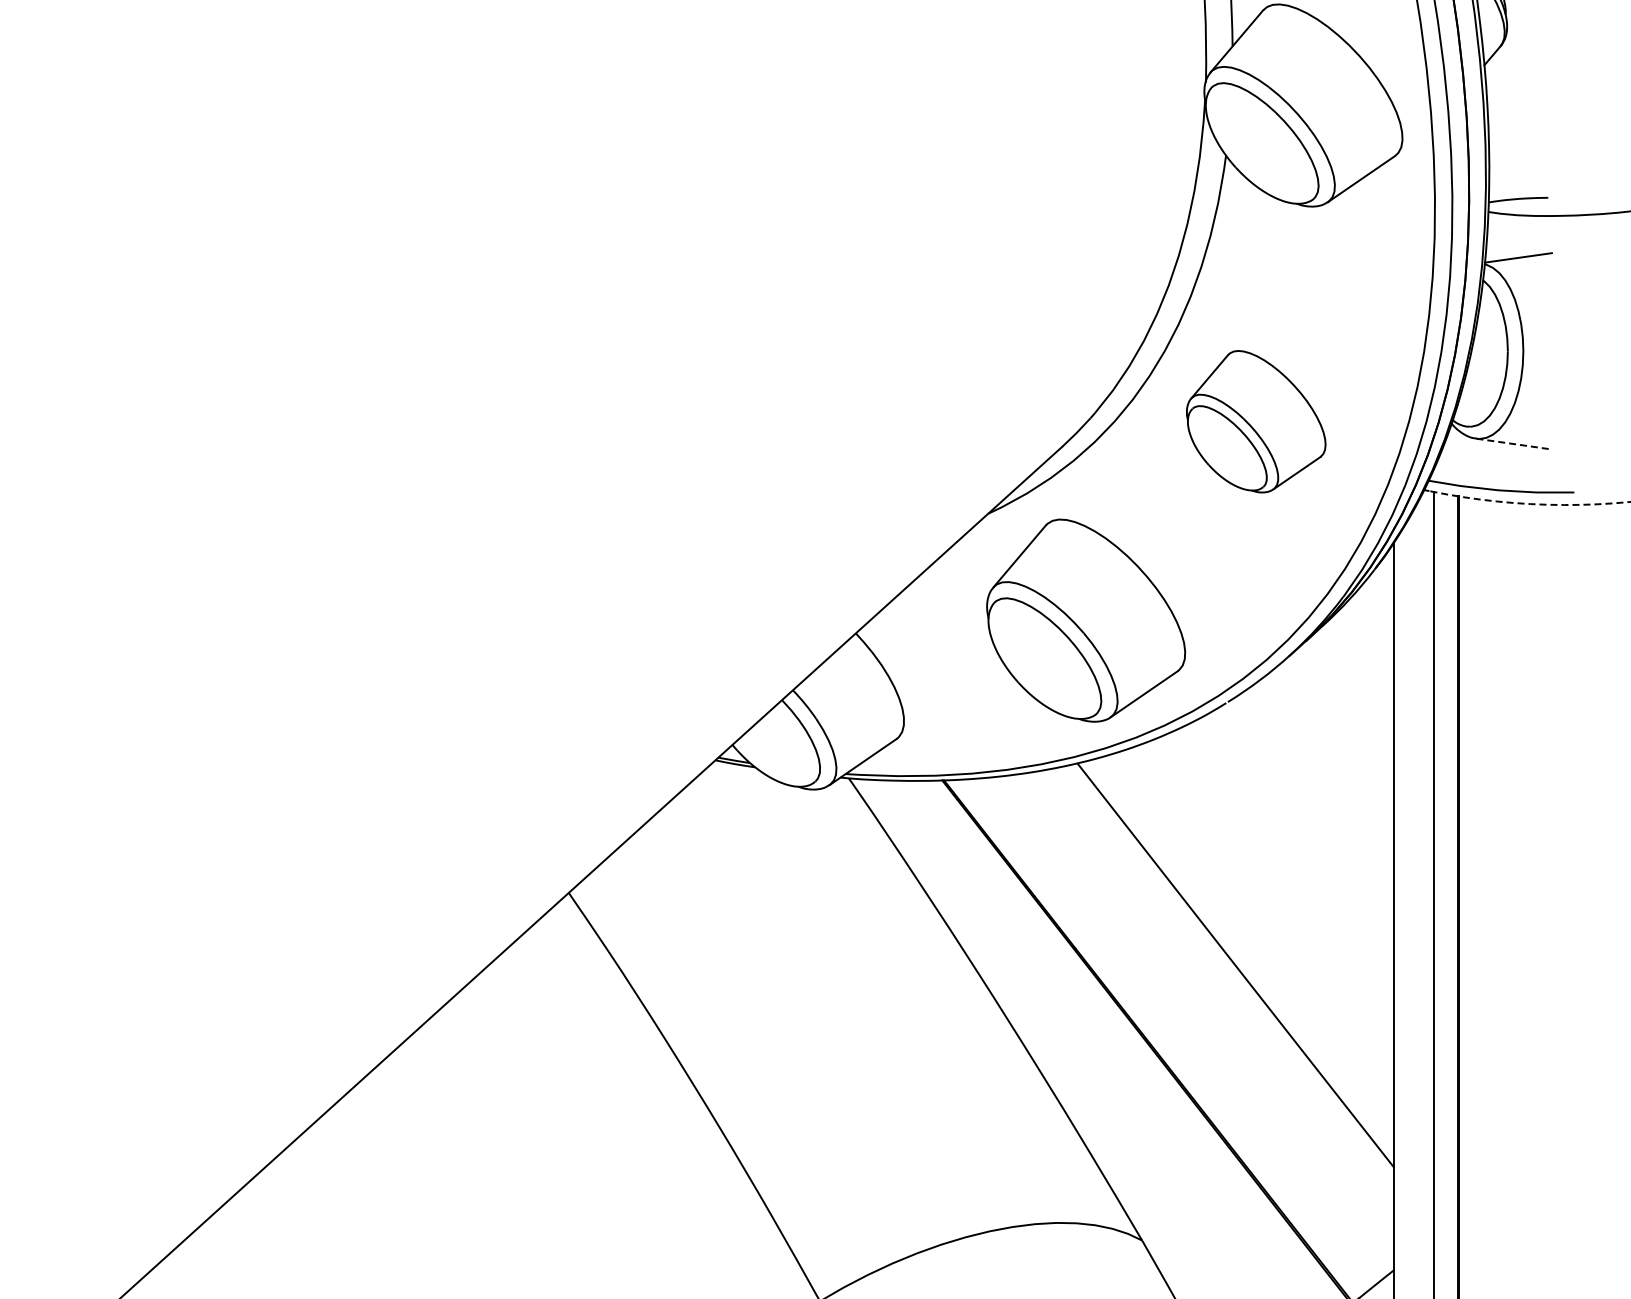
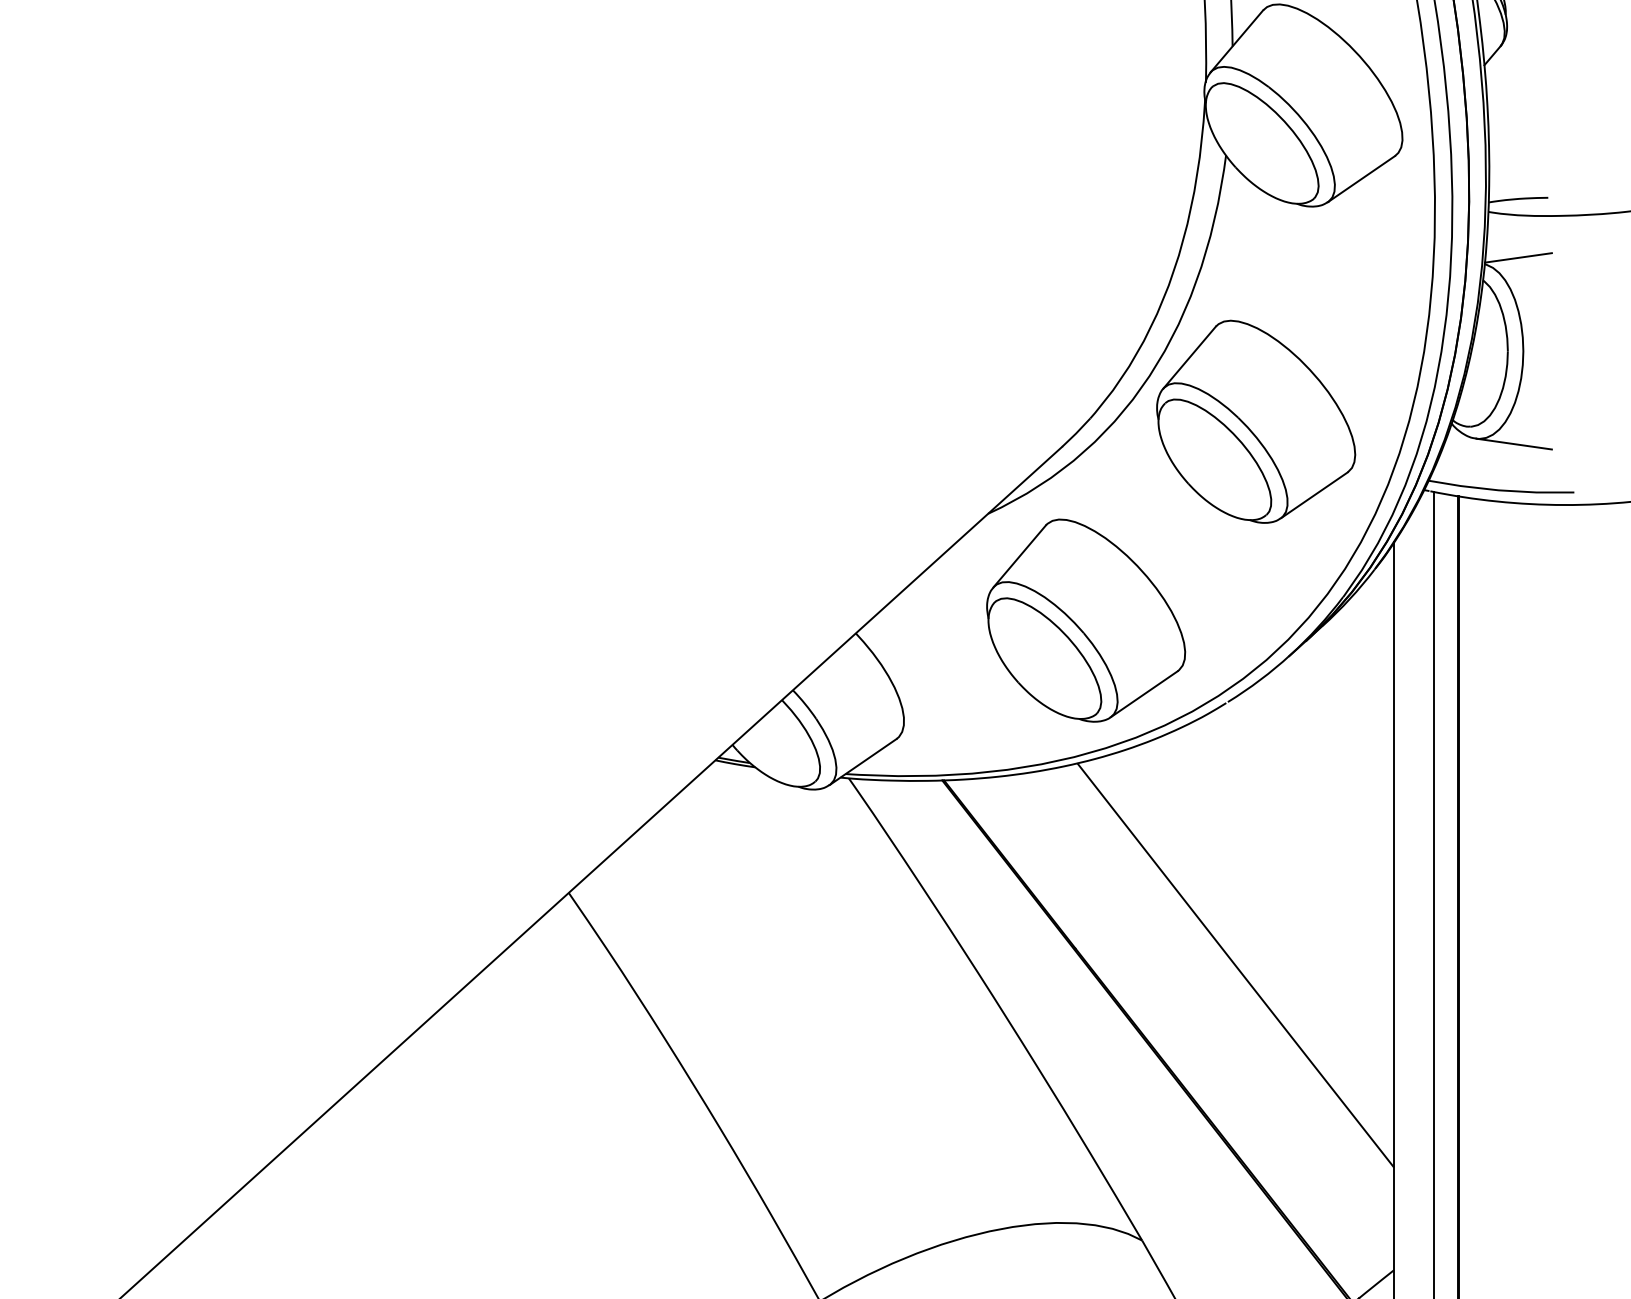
part at (1256, 421) size: 141x144 px -> 201x205 px
line at (1514, 444): dashed -> solid
arc at (1530, 504): dashed -> solid
